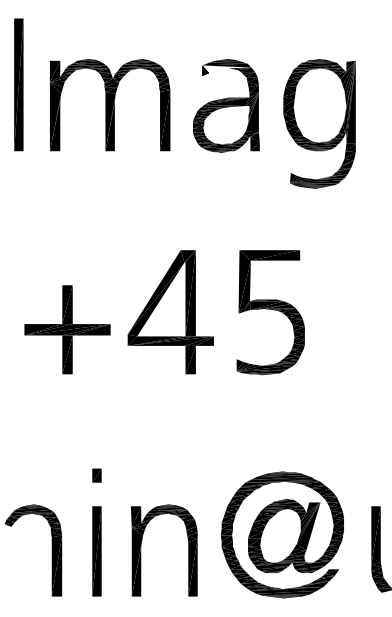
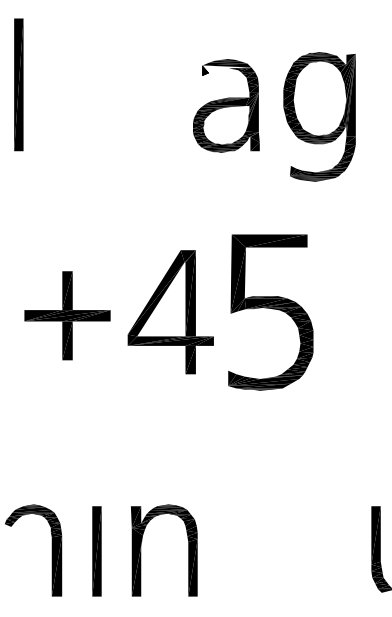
part at (110, 105): present -> none
part at (319, 123) position: (319, 123) -> (319, 116)
part at (270, 312) size: 69x126 px -> 86x157 px
part at (67, 329) position: (67, 329) -> (67, 315)
part at (96, 475): present -> none
part at (281, 534): present -> none
